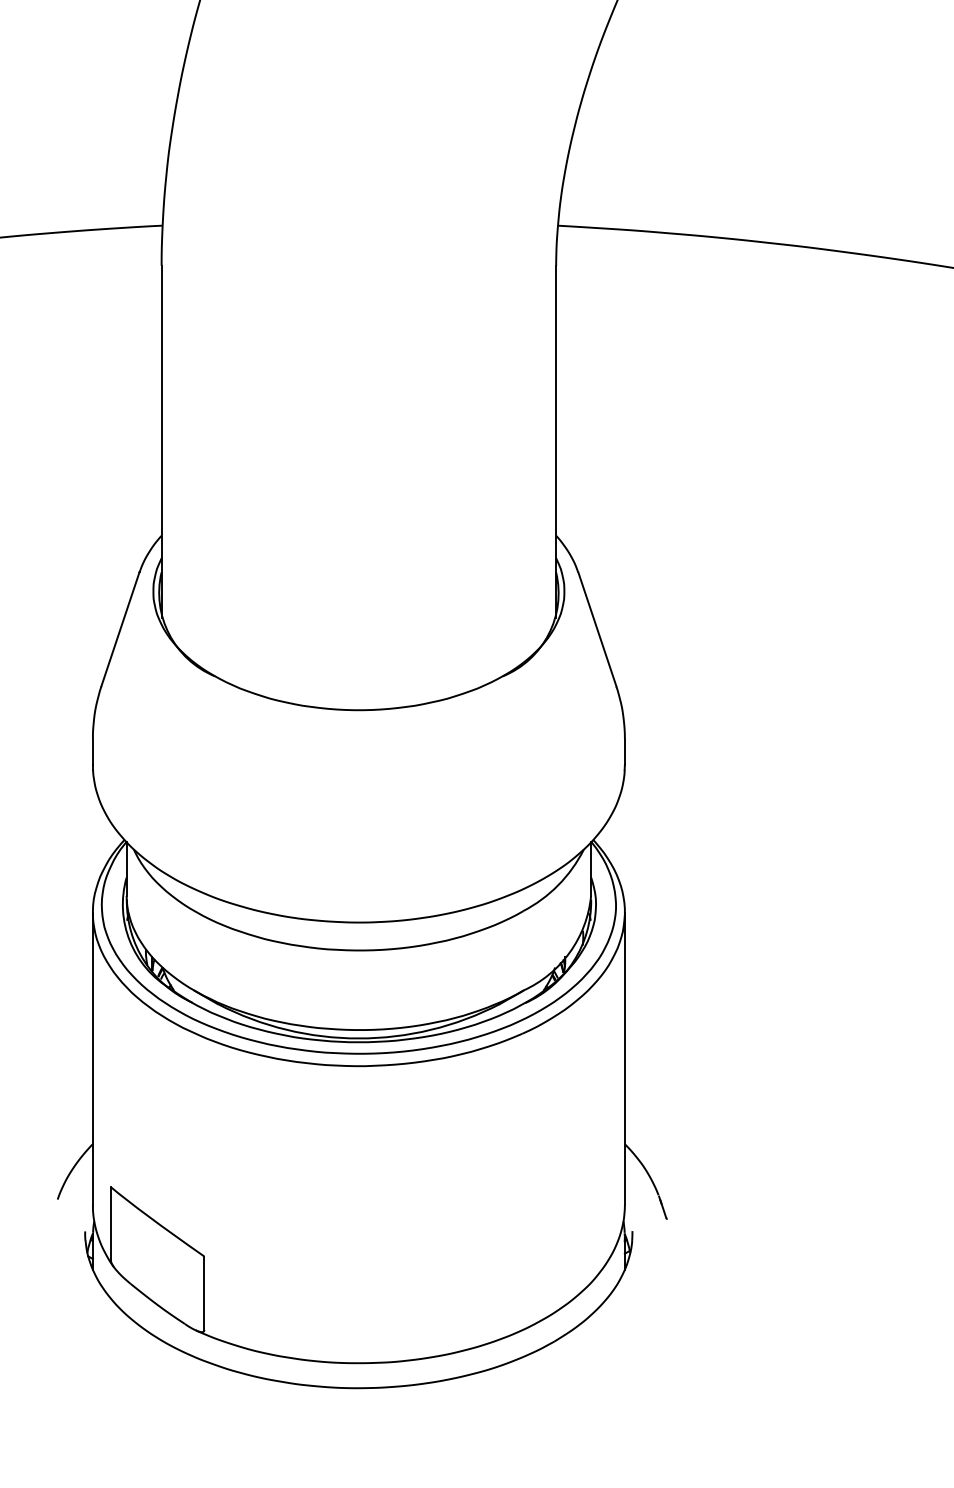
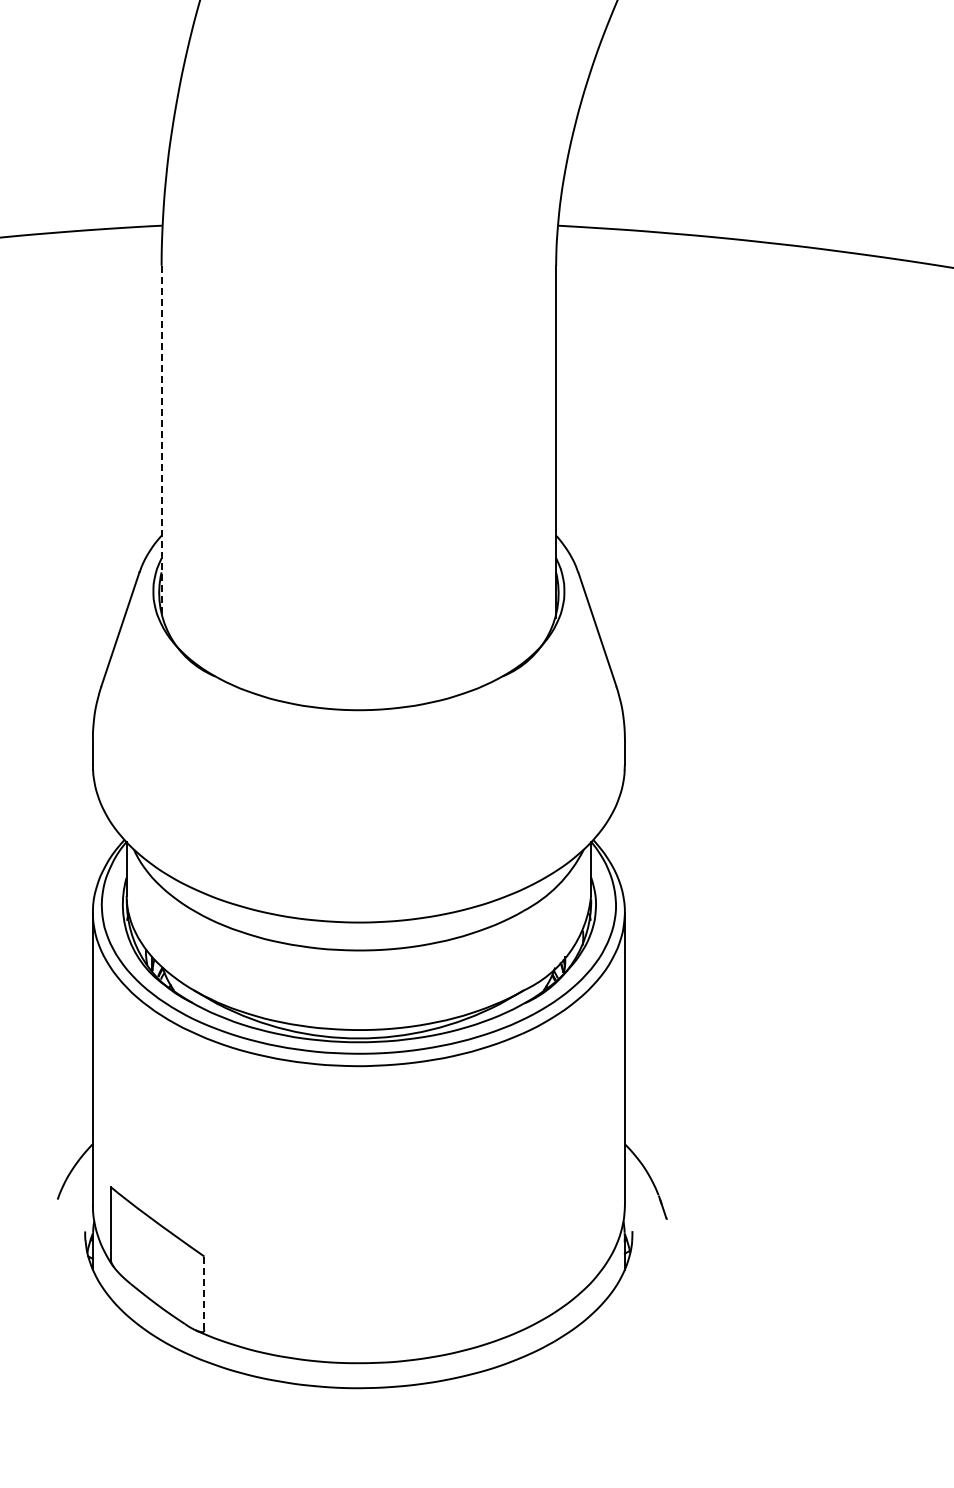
line at (161, 441): solid -> dashed
line at (204, 1293): solid -> dashed
